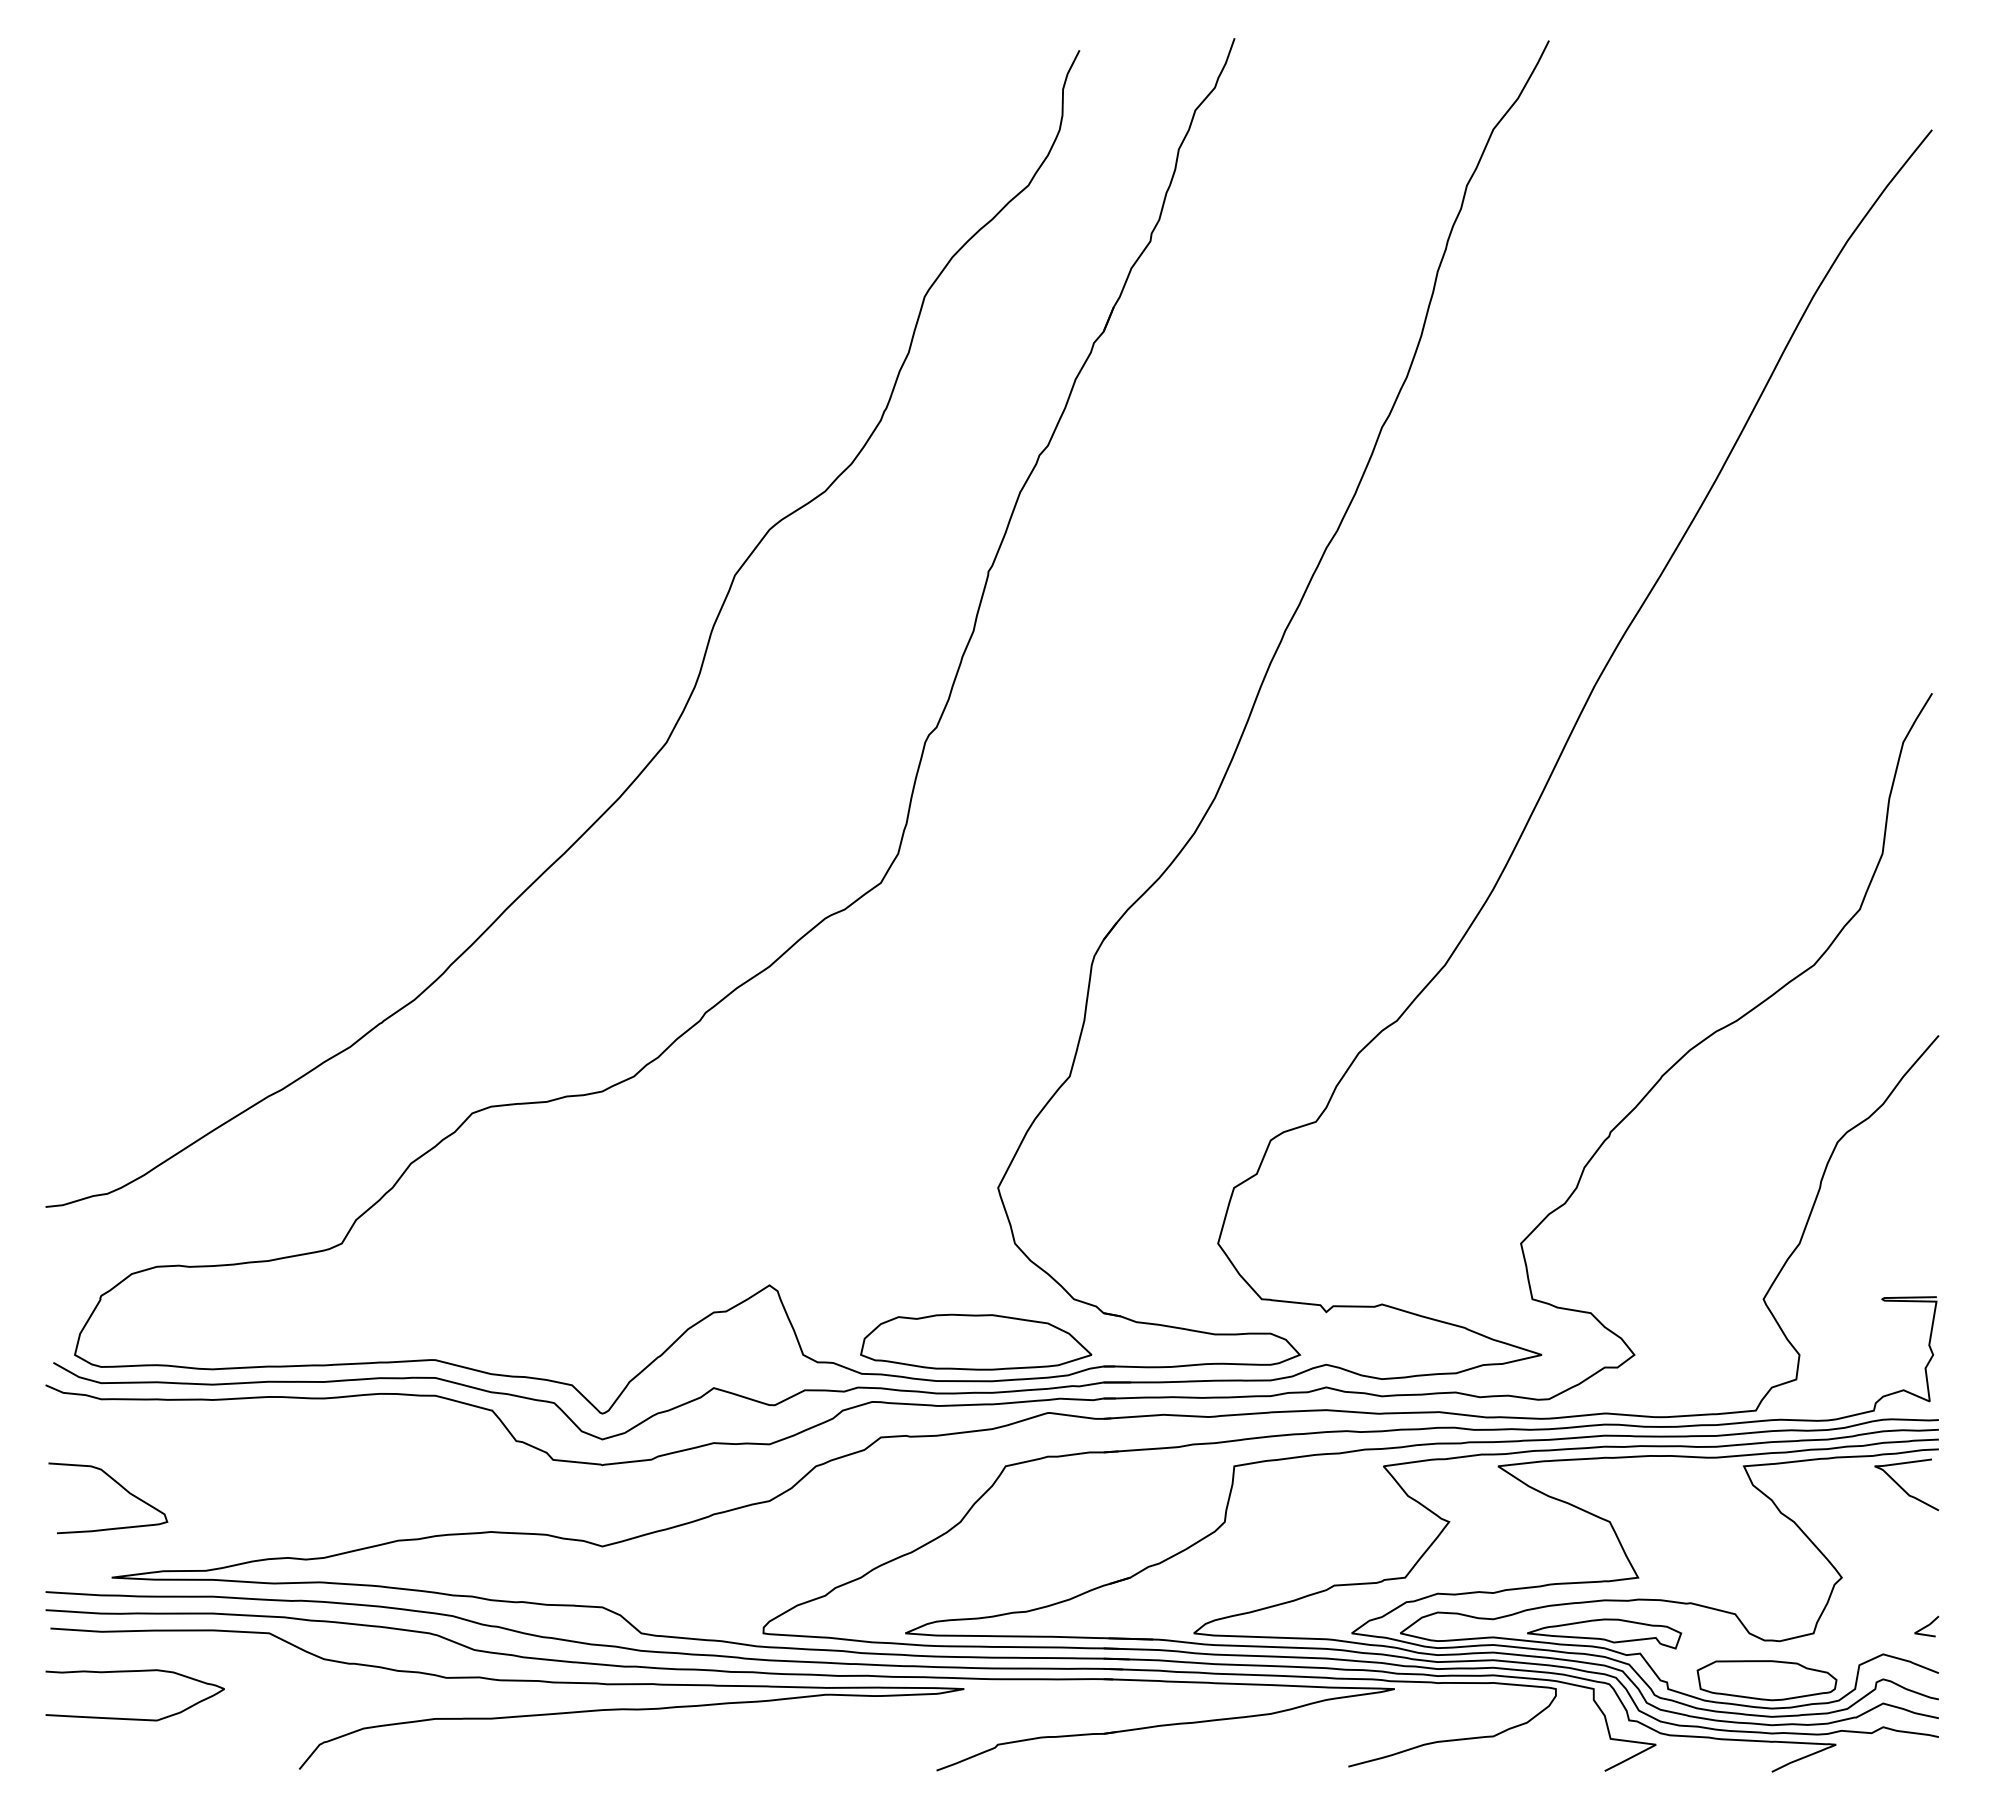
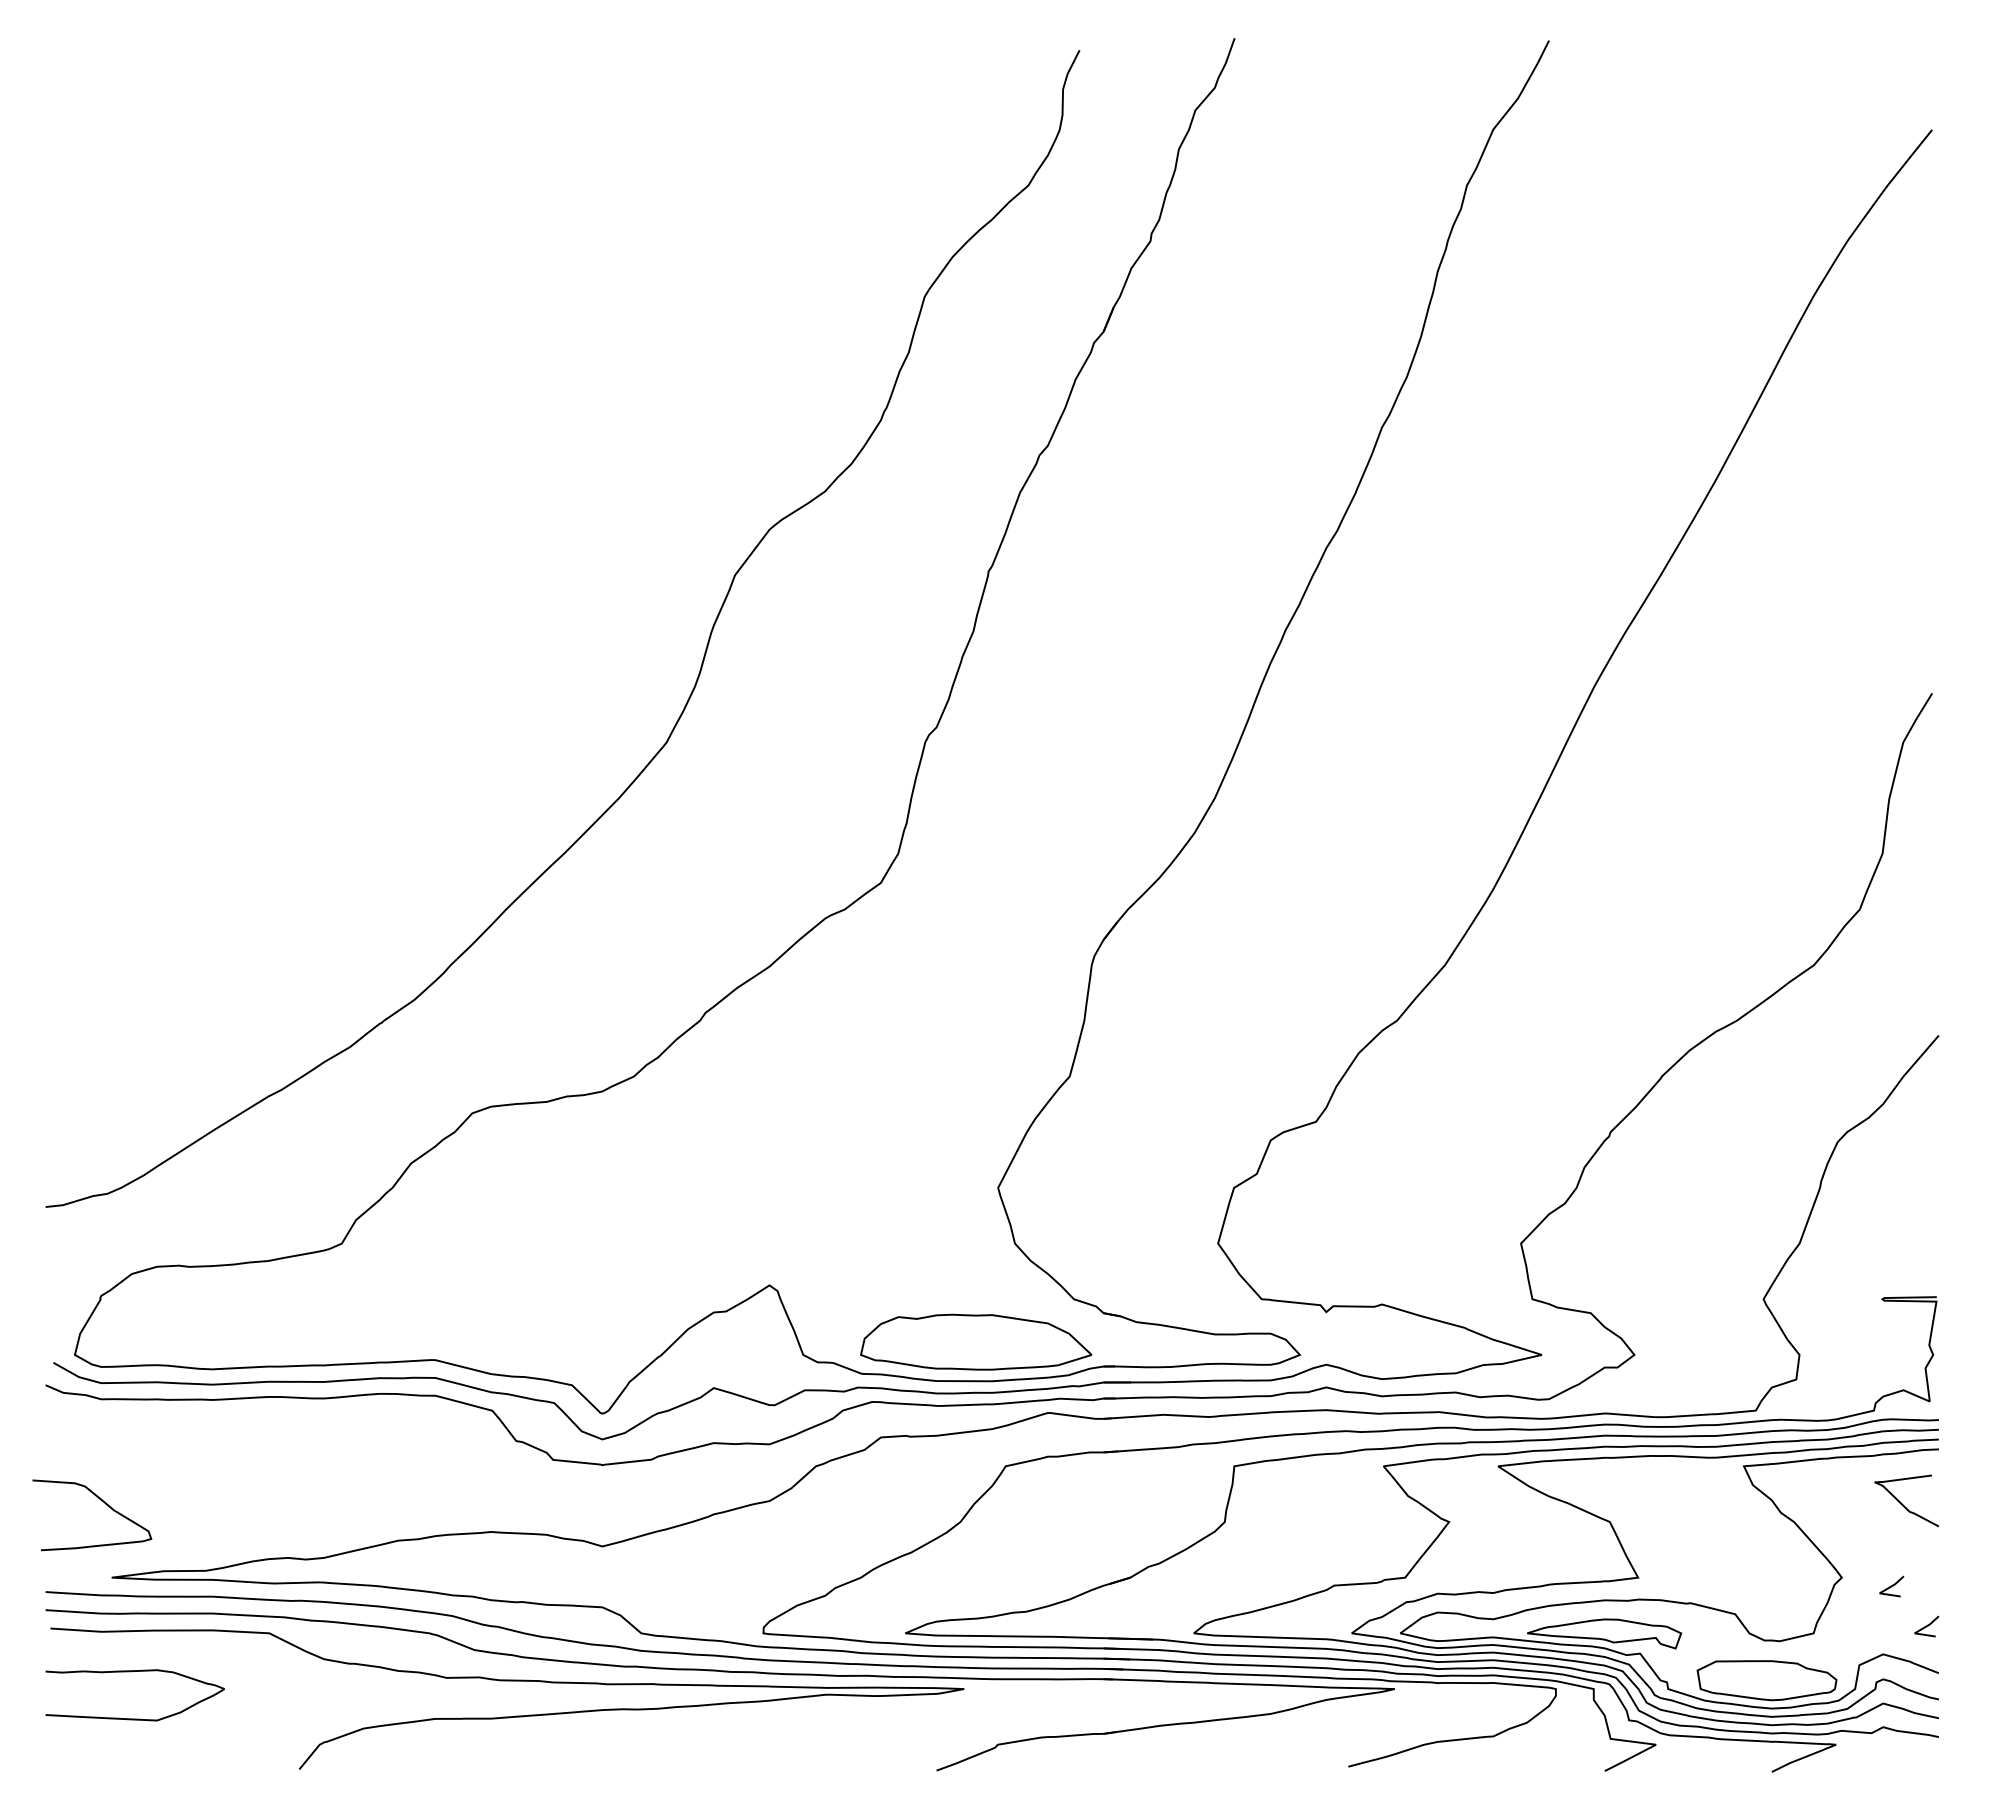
curve at (117, 1484) position: (117, 1484) -> (101, 1501)
curve at (1902, 1487) position: (1902, 1487) -> (1902, 1503)
line at (1891, 1586): none -> present
